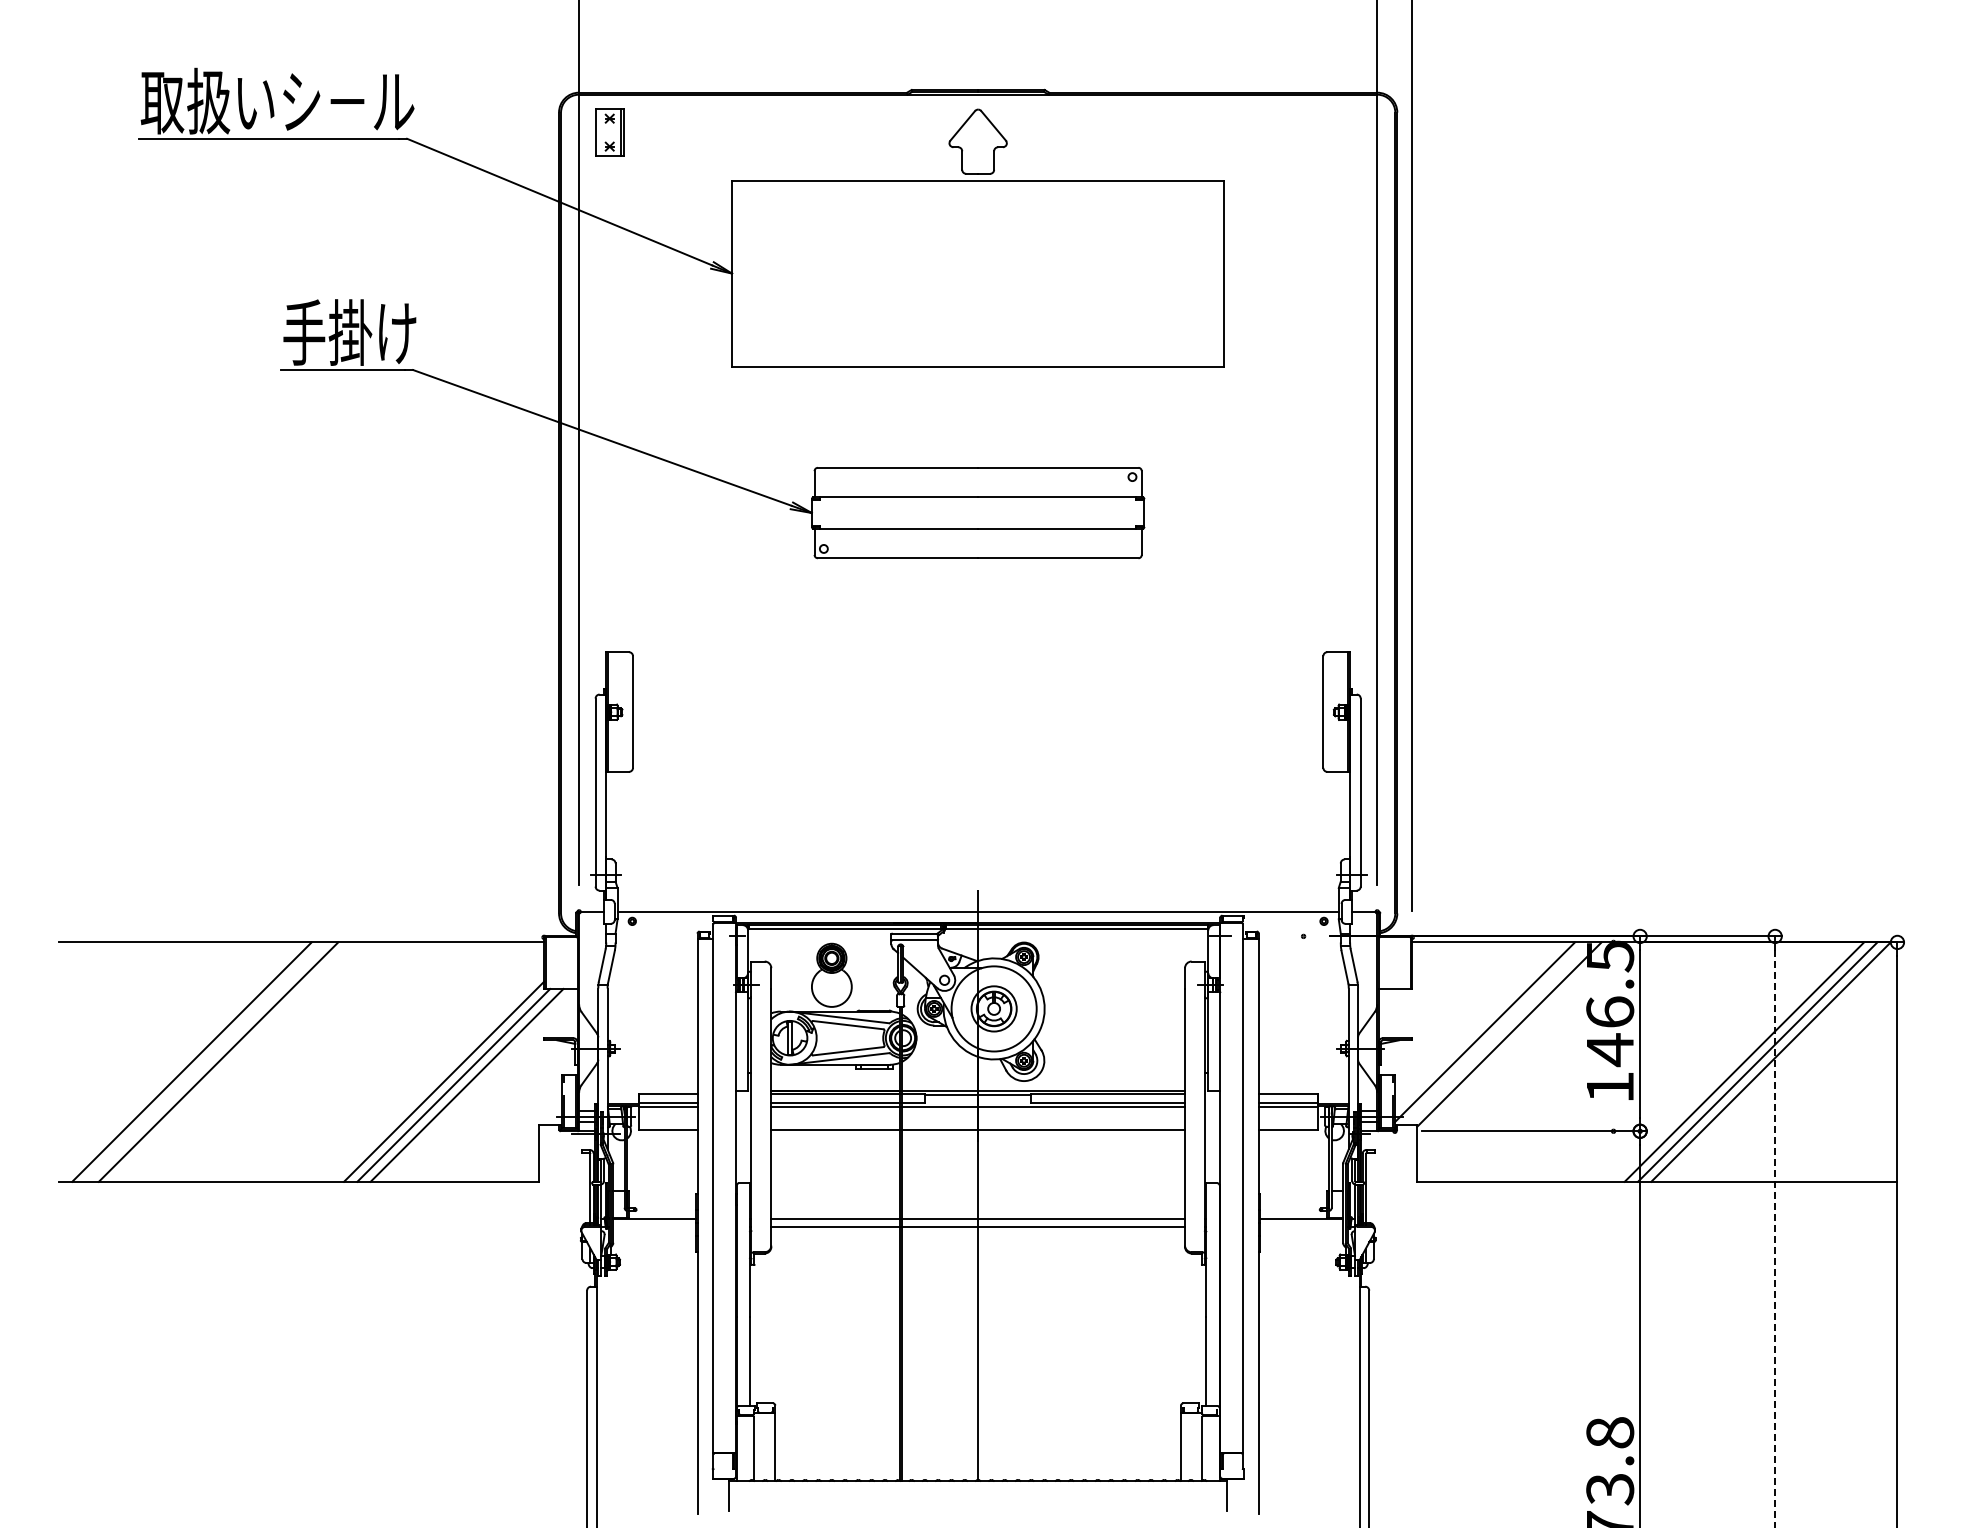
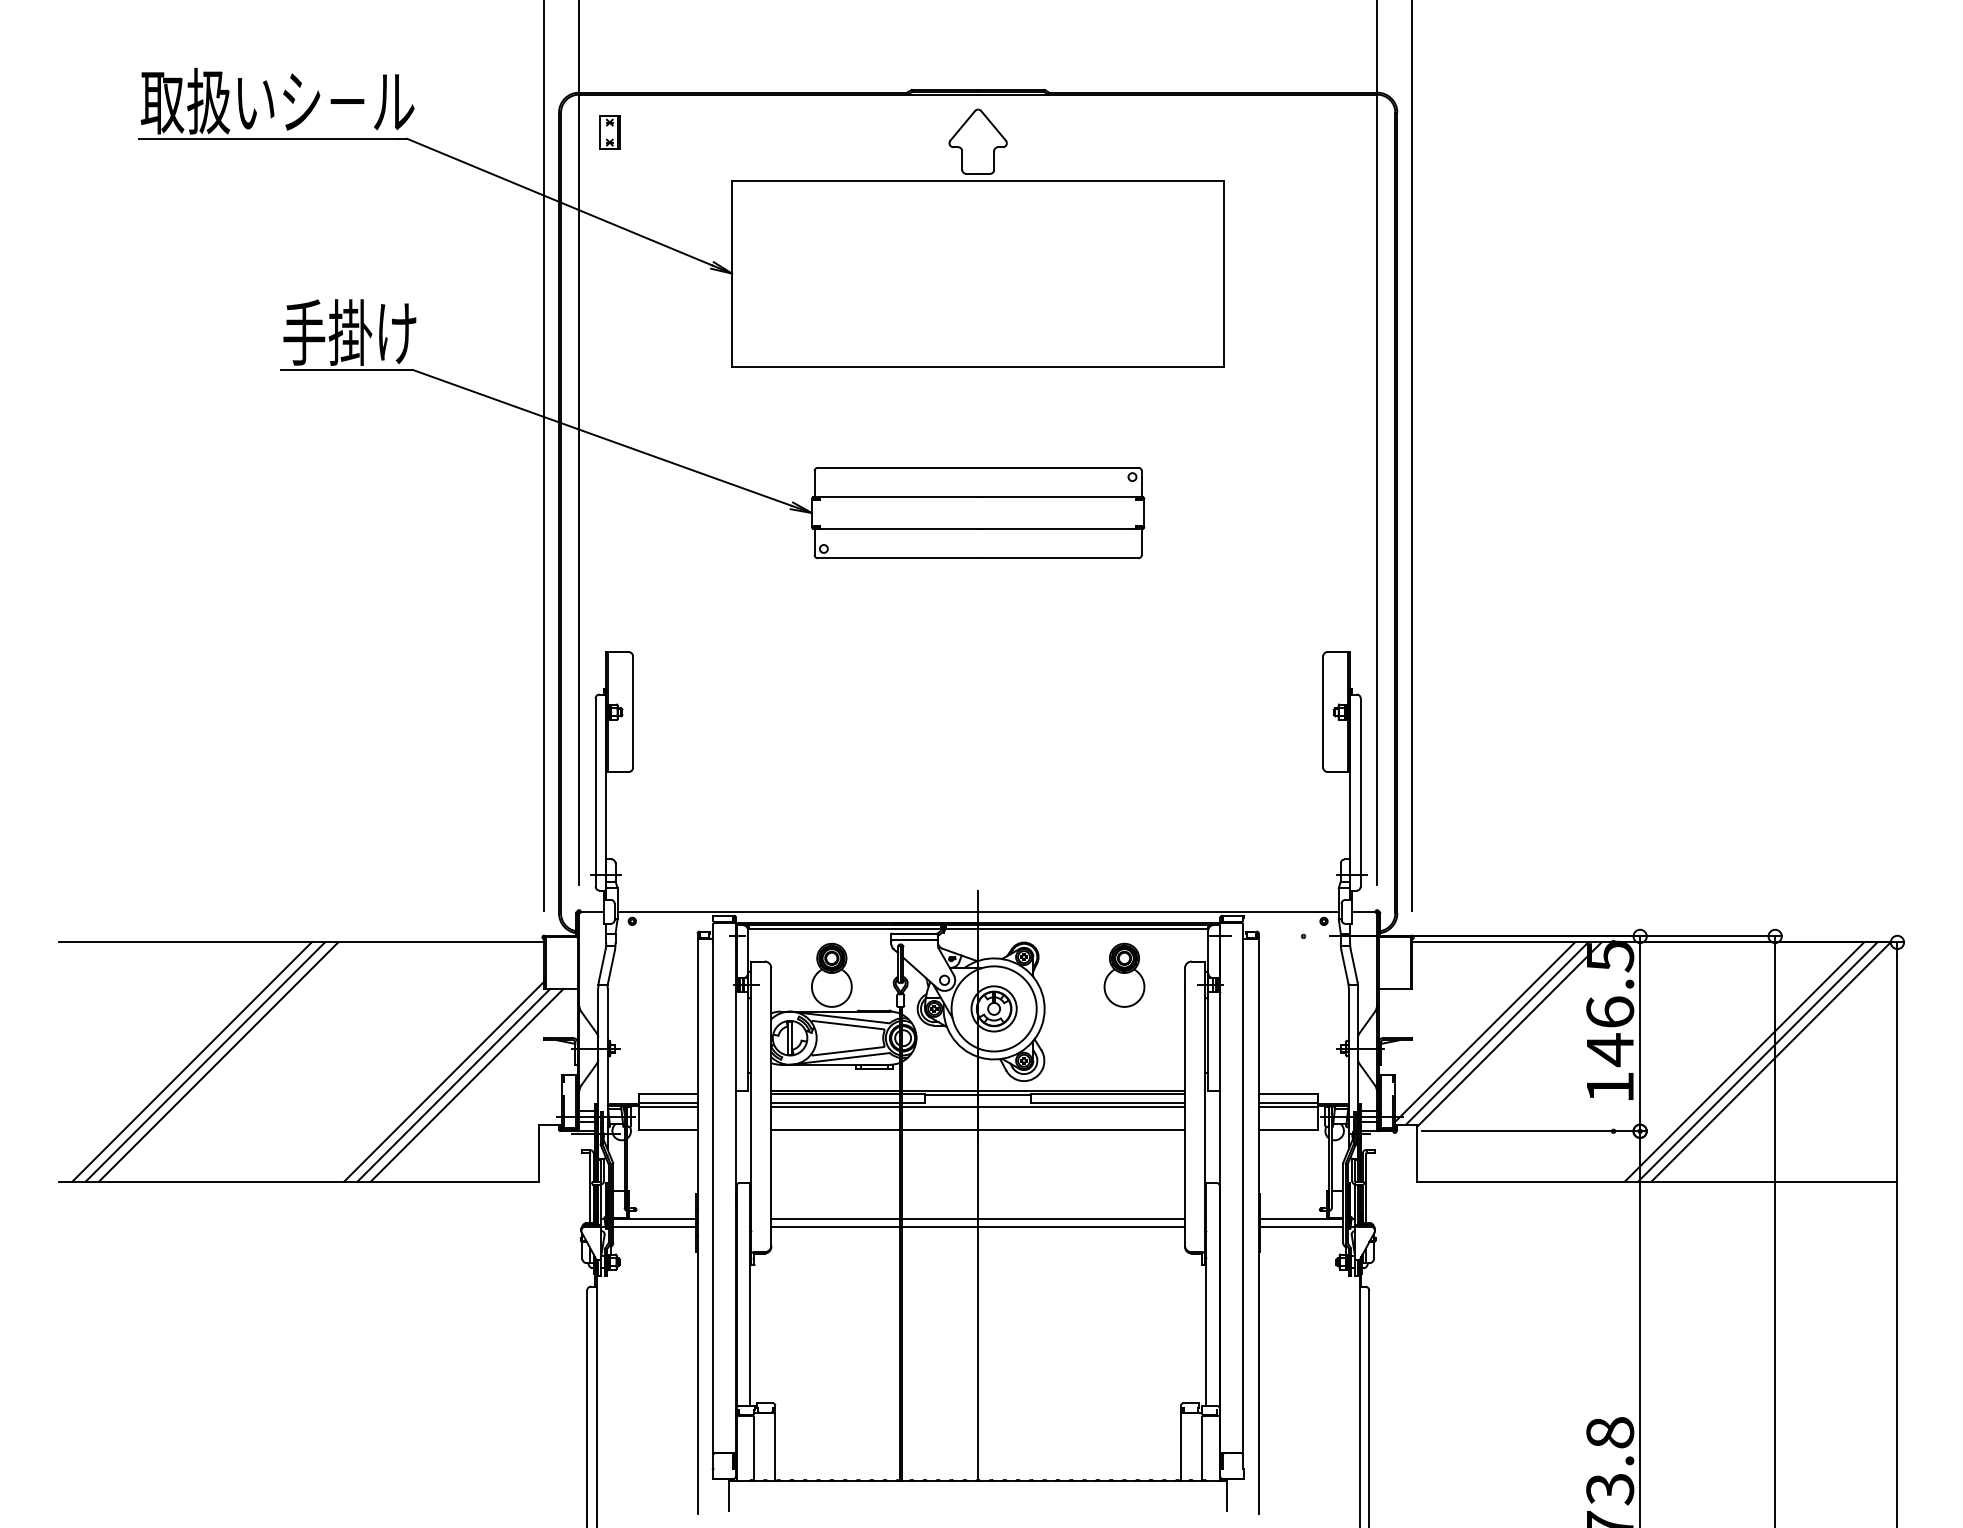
part at (609, 132) size: 30x49 px -> 22x35 px
line at (544, 456): none -> present
part at (1124, 974): none -> present
line at (1497, 1033): none -> present
line at (204, 1061): none -> present
line at (654, 1227): none -> present
line at (1301, 1227): none -> present
line at (1775, 1238): dashed -> solid
